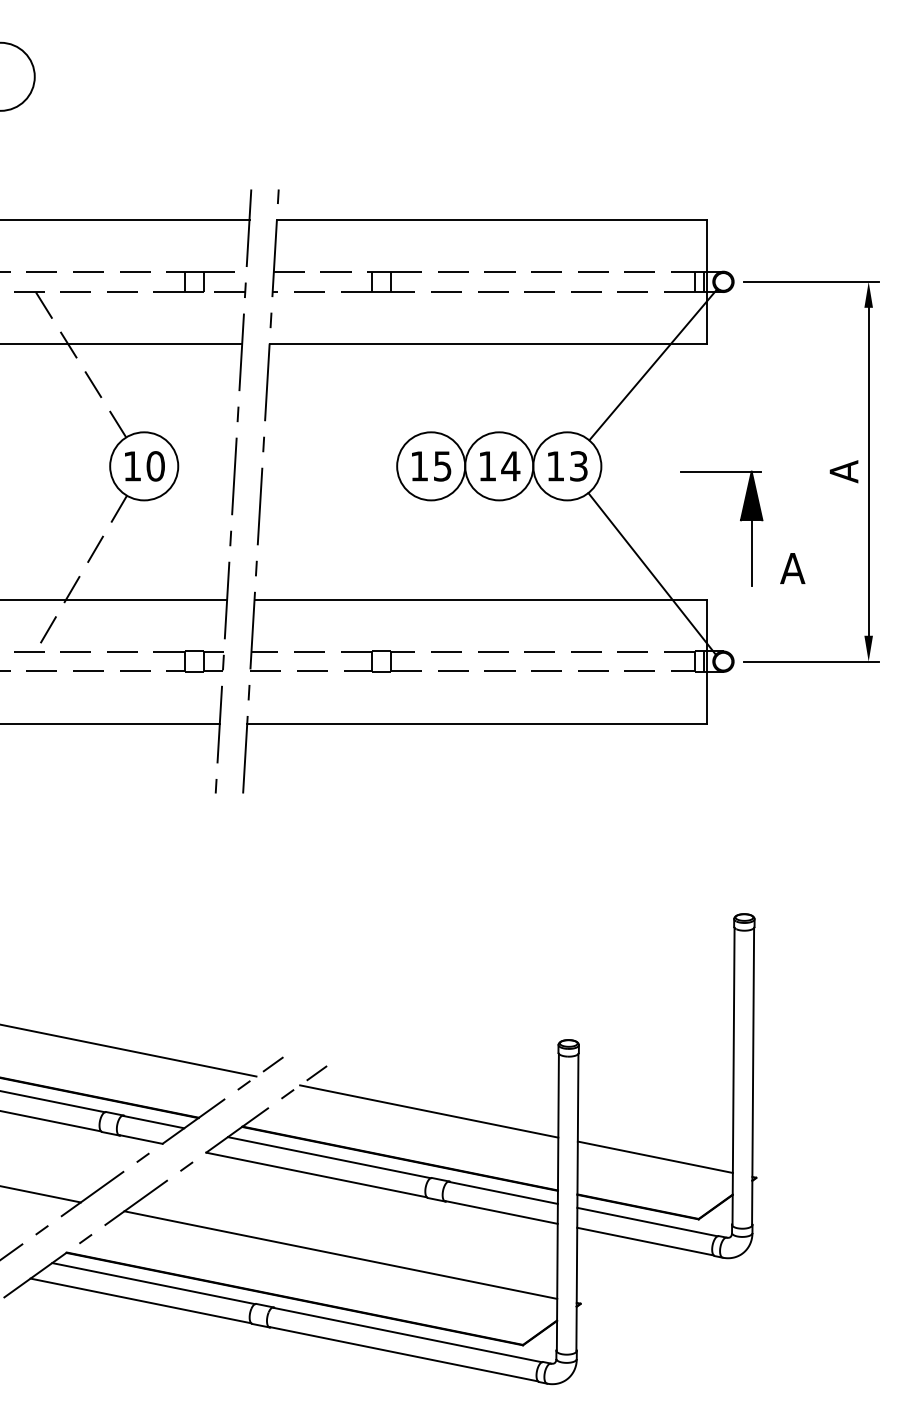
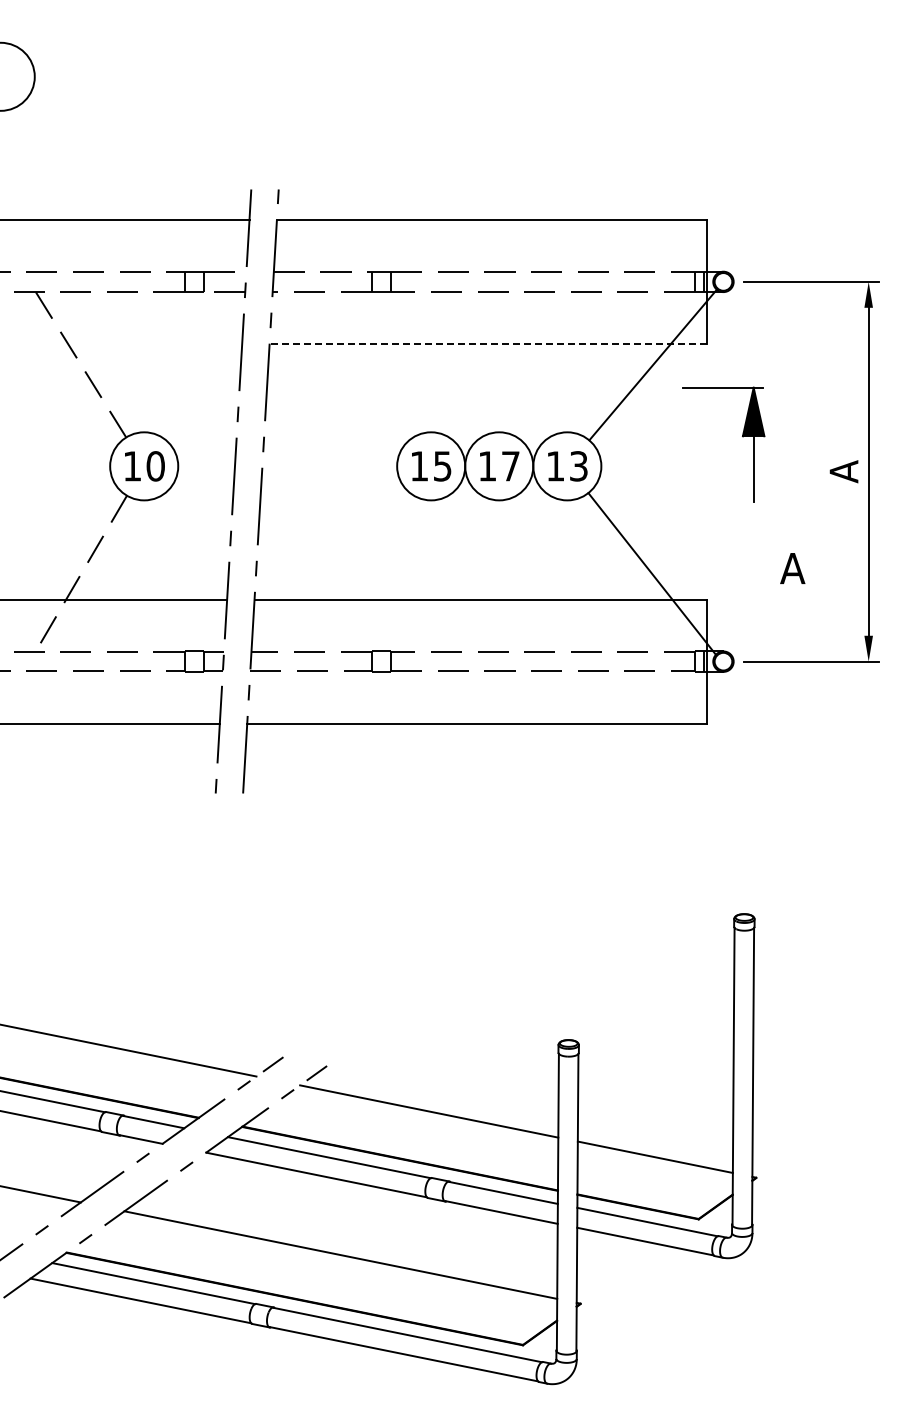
line at (122, 344): present -> none
line at (487, 344): solid -> dashed
text at (510, 466): 14 -> 17
part at (740, 521) position: (740, 521) -> (742, 437)
